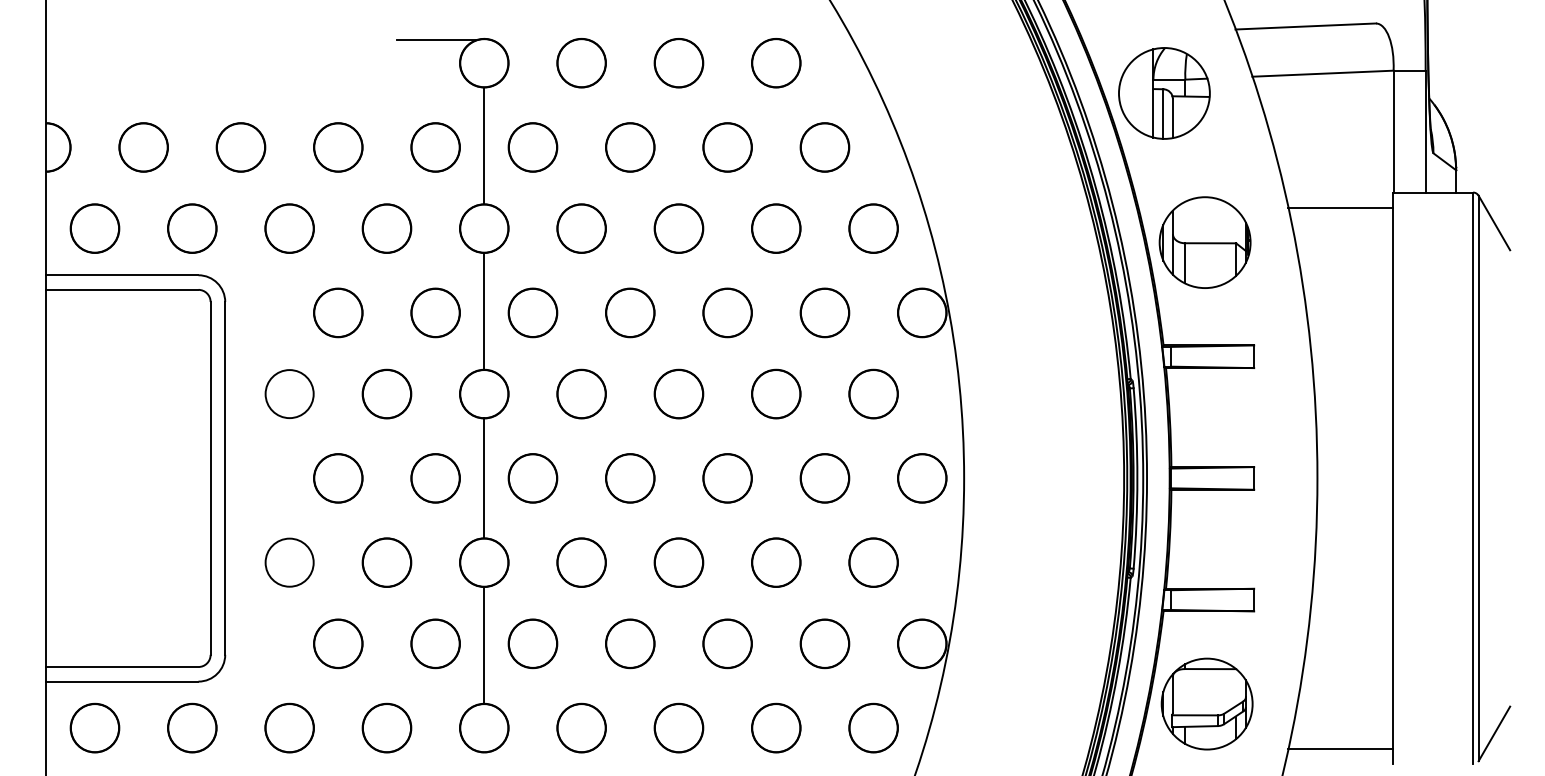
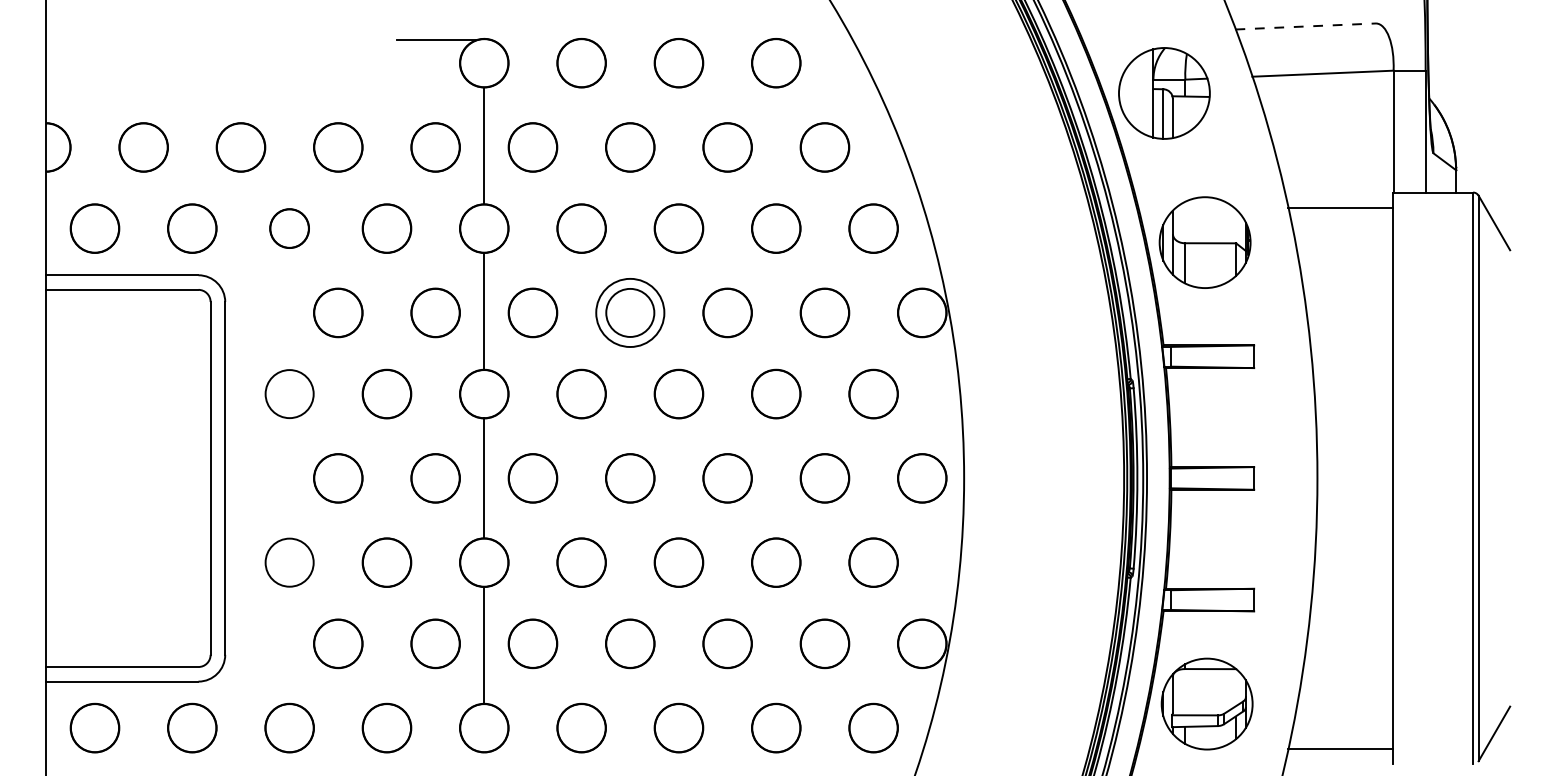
line at (1306, 26): solid -> dashed
circle at (289, 228) size: 51x51 px -> 41x41 px
circle at (629, 312) diameter: 49 px -> 68 px
